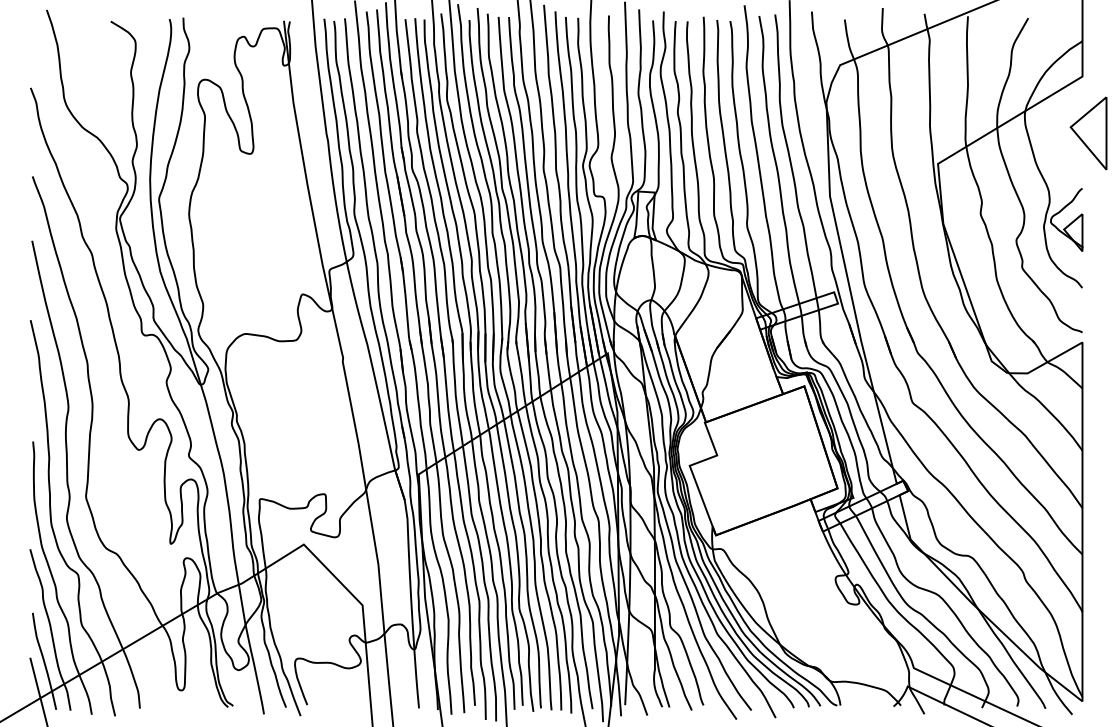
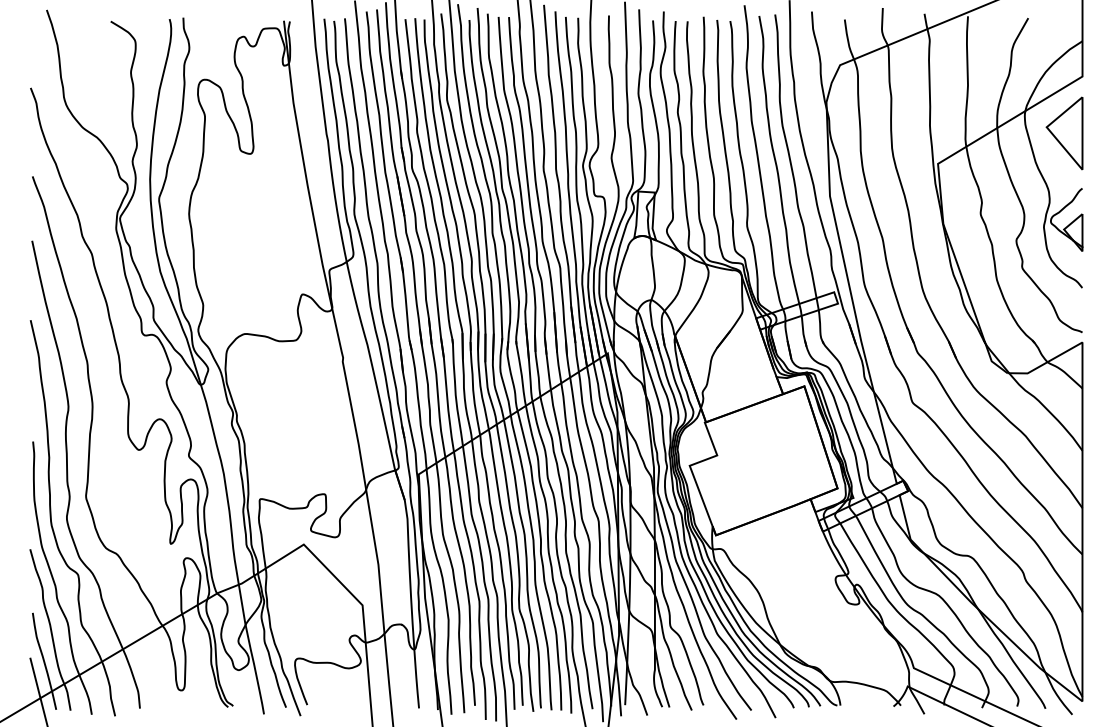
part at (1088, 133) position: (1088, 133) -> (1064, 133)
